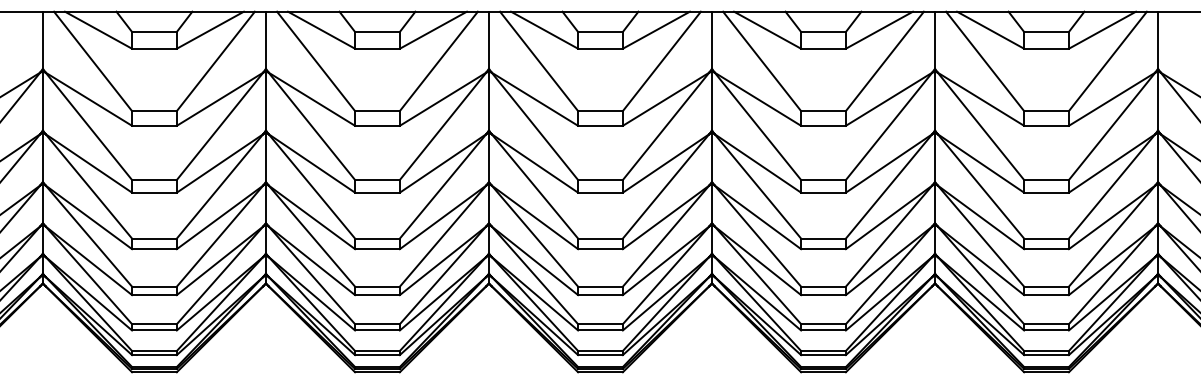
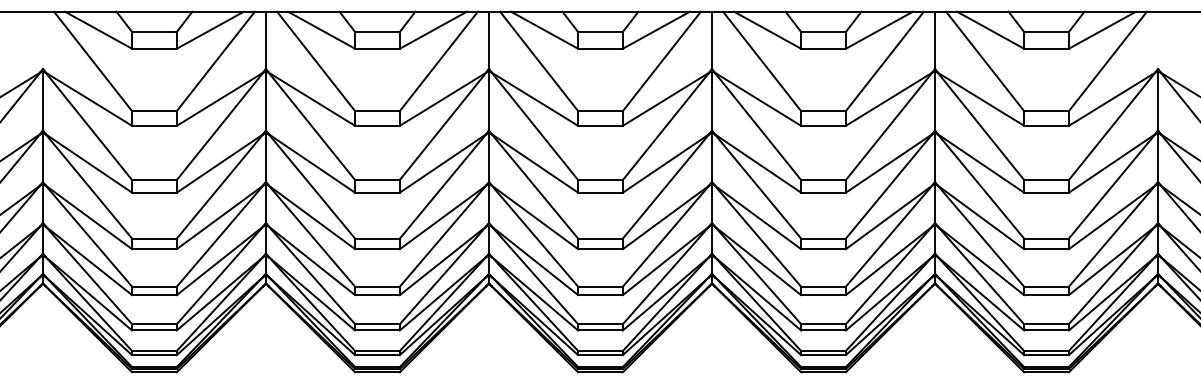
line at (42, 40): present -> none
line at (1158, 40): present -> none
